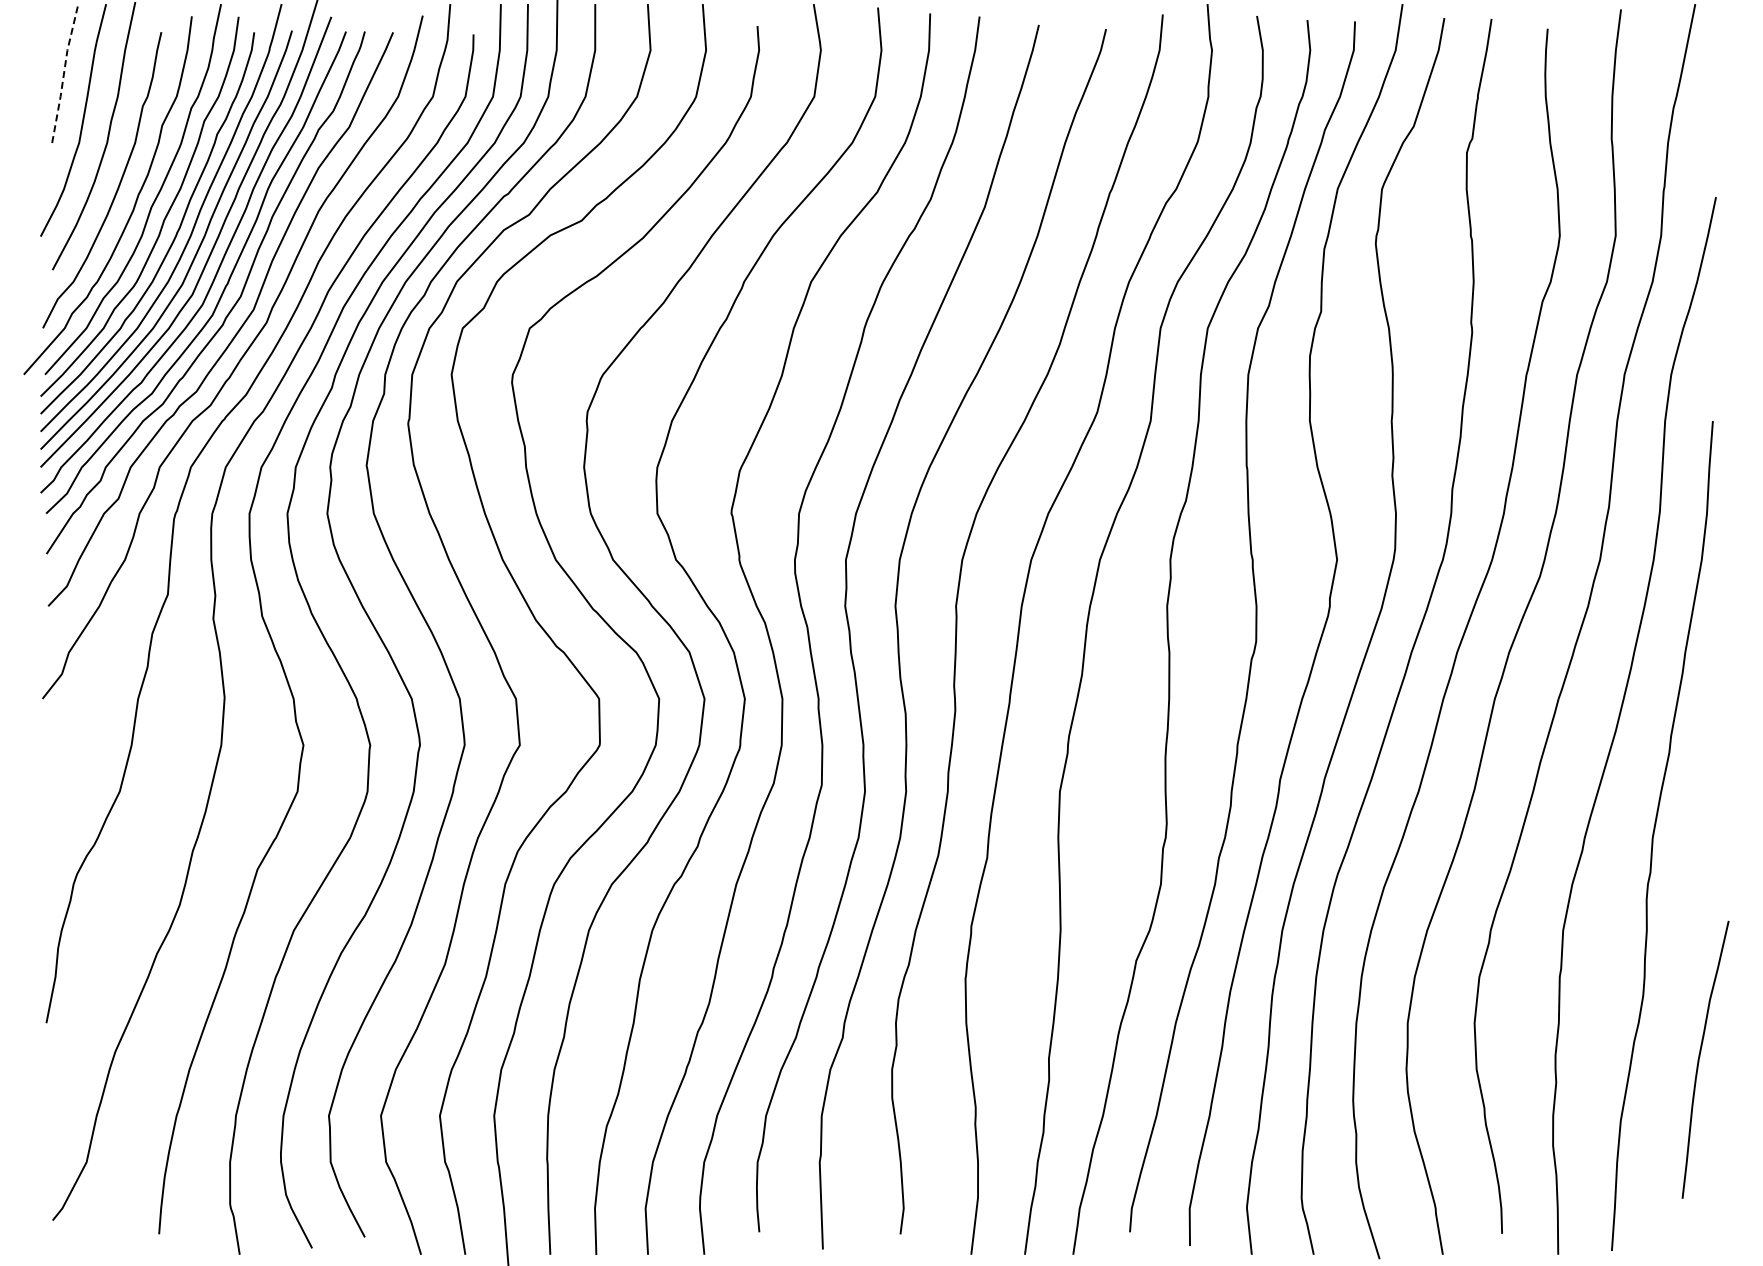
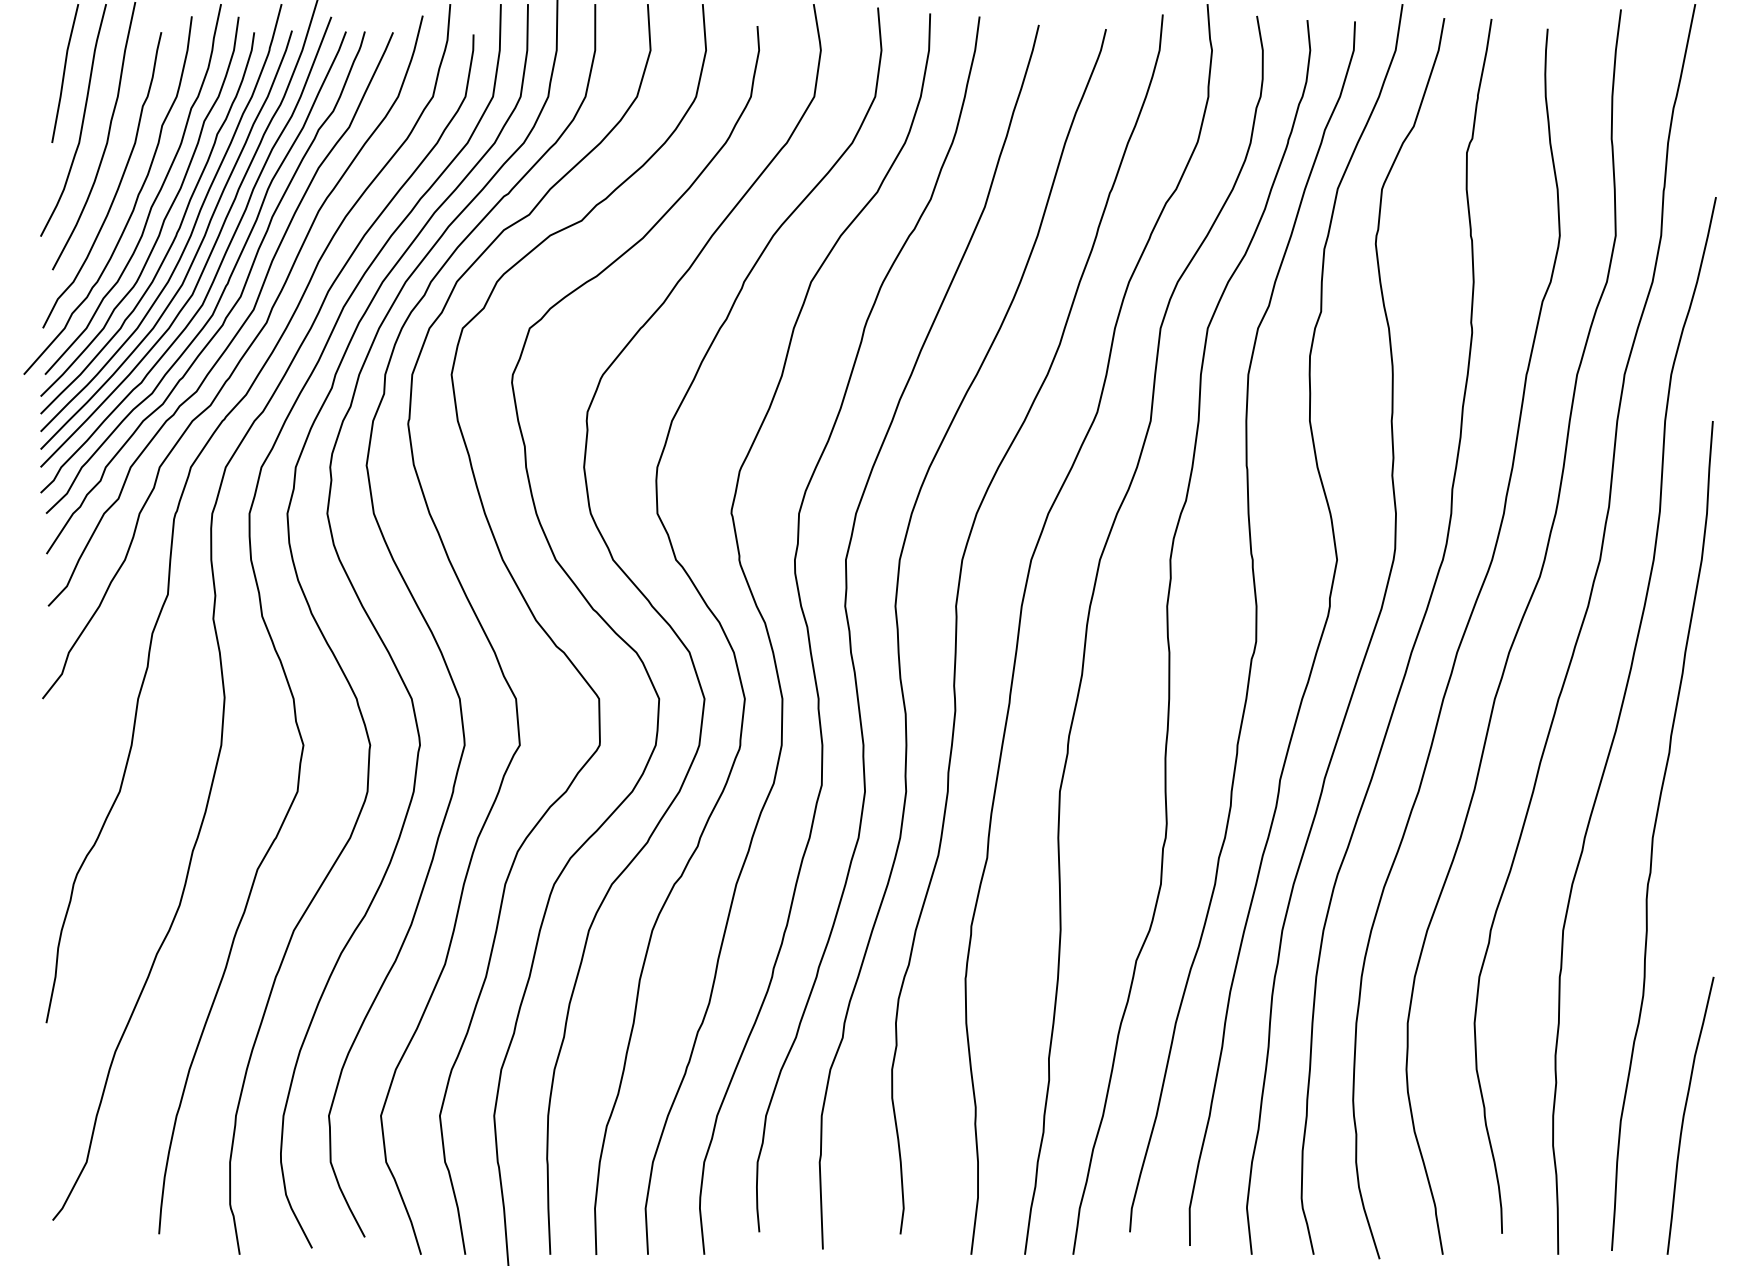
line at (64, 73): dashed -> solid
curve at (1700, 1056) position: (1700, 1056) -> (1685, 1112)
